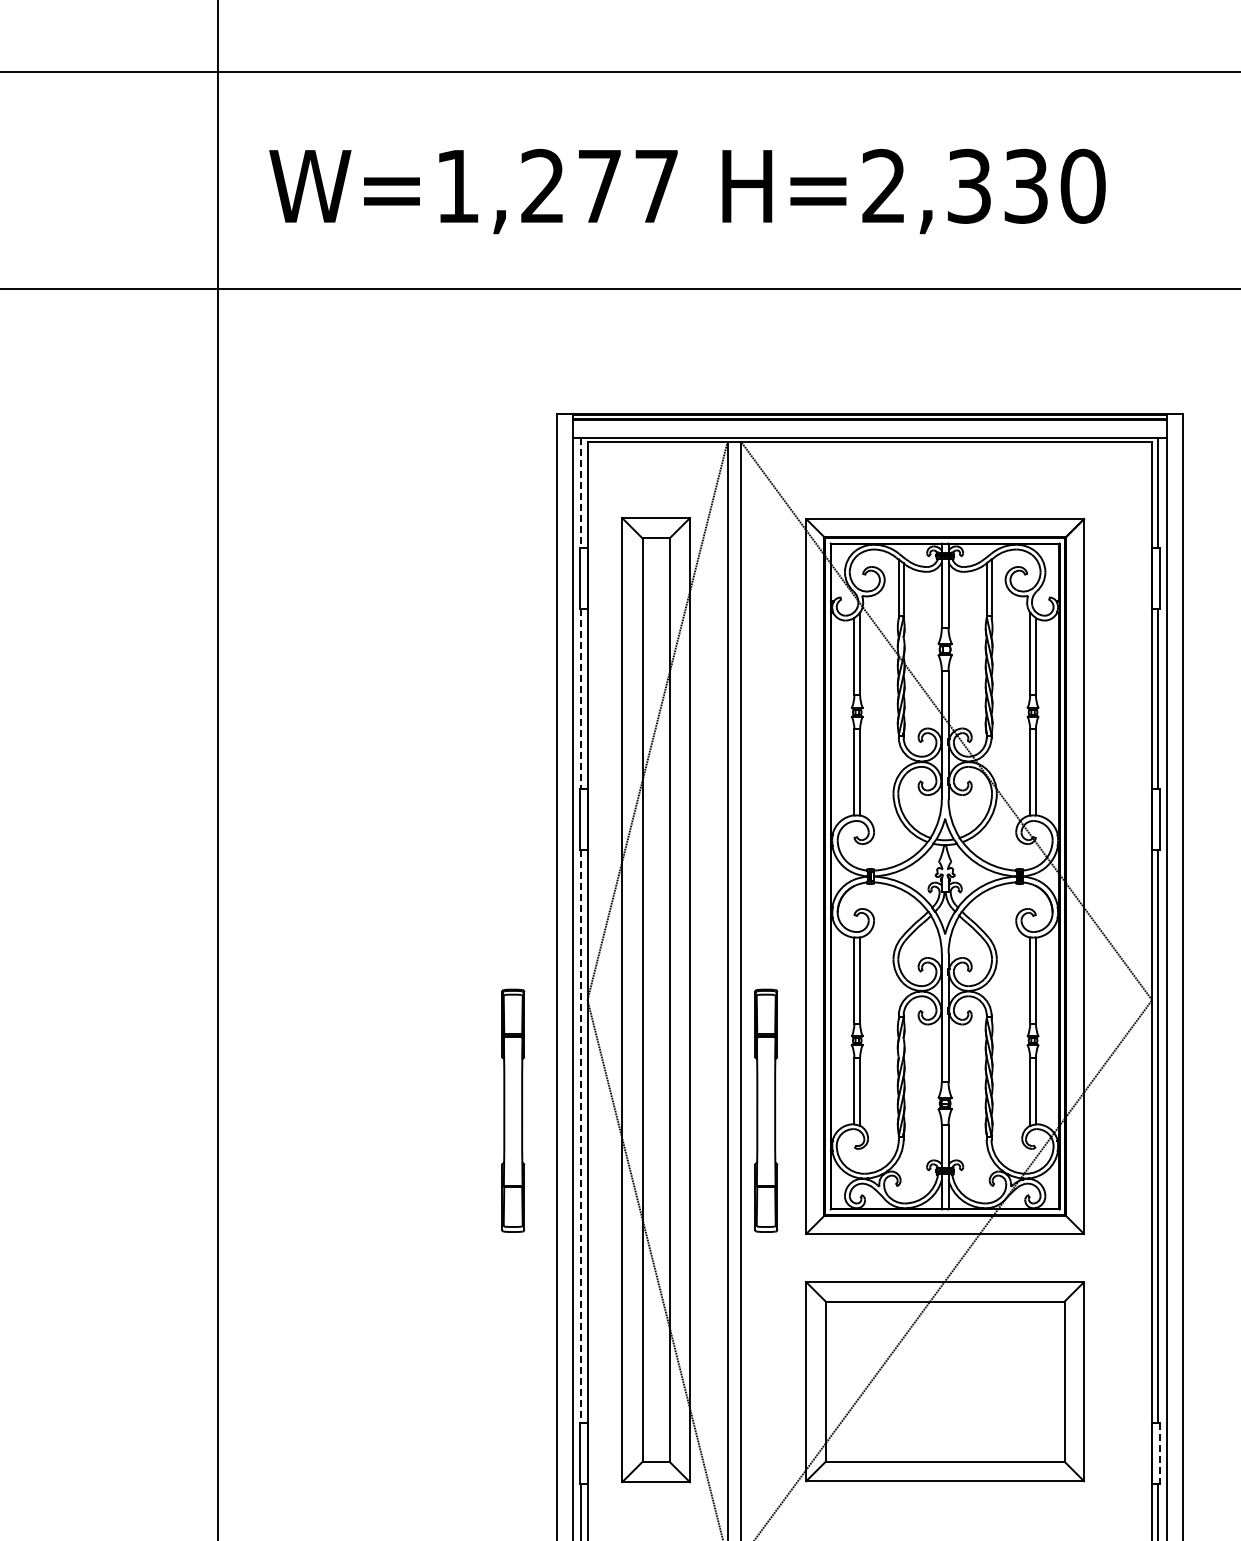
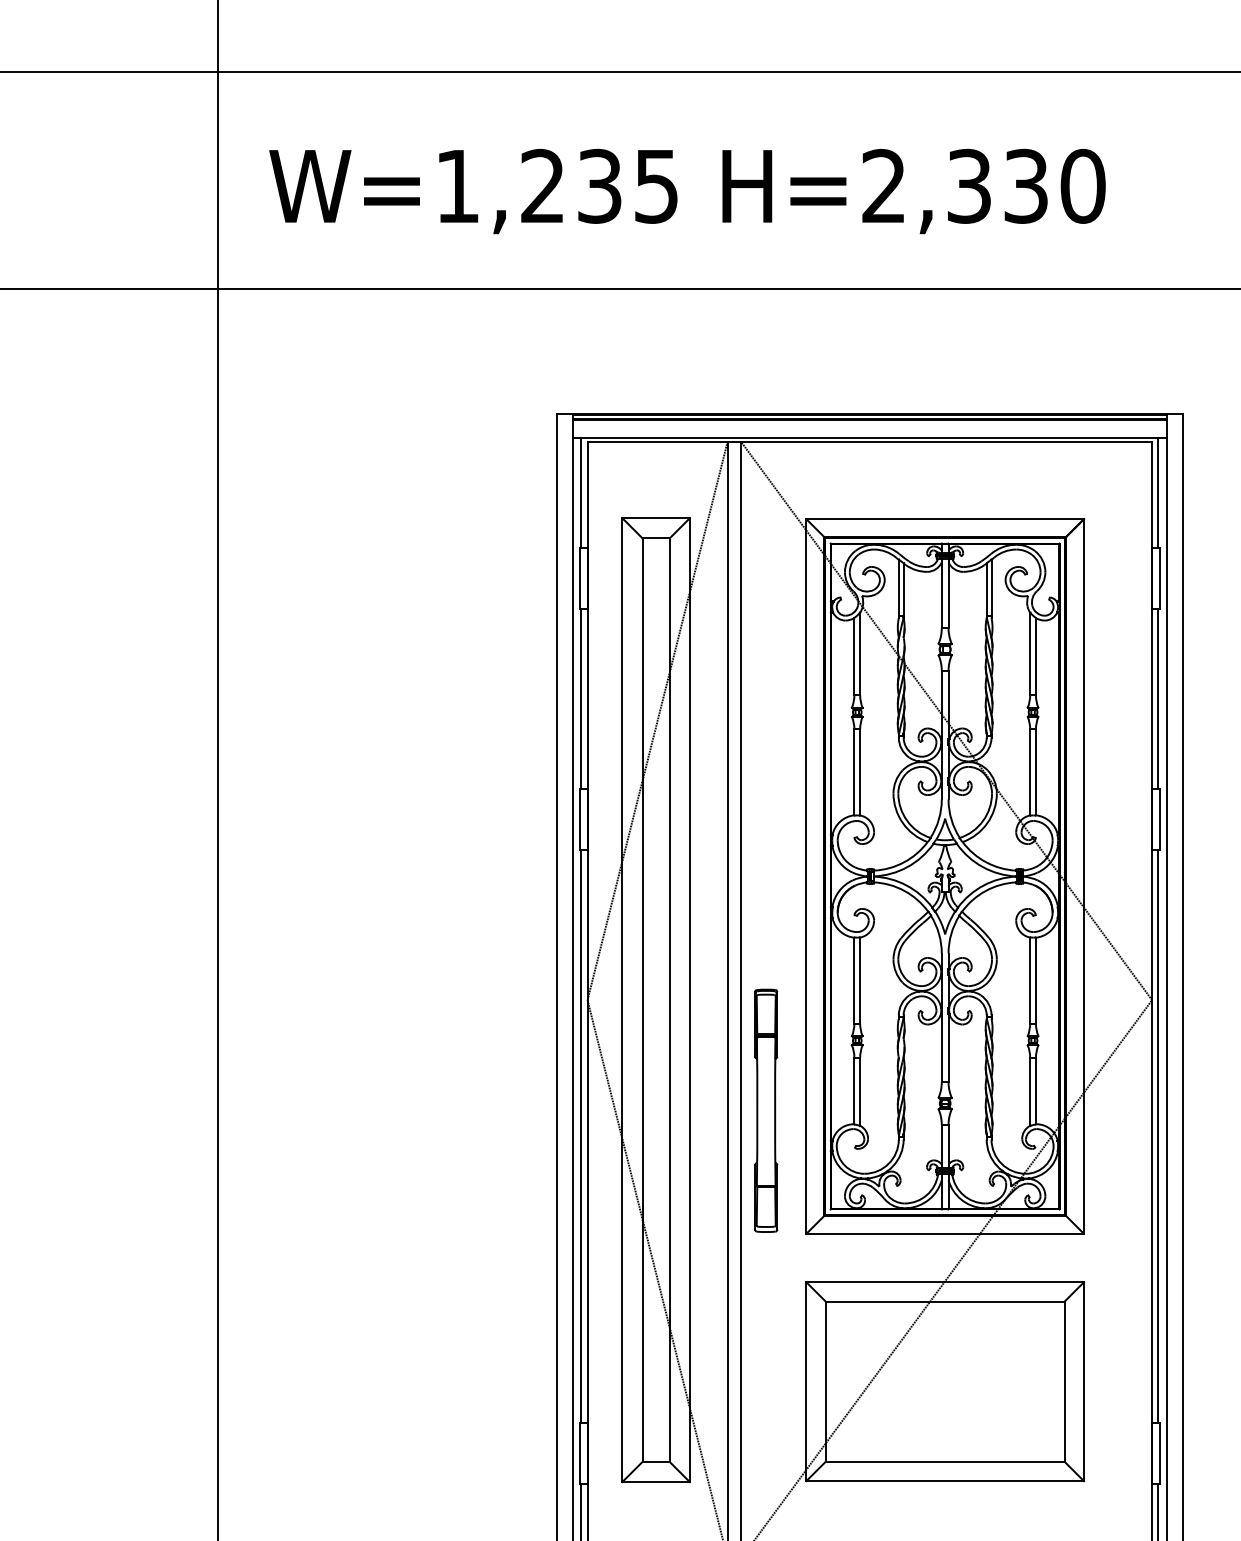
text at (627, 185): W=1,277 -> W=1,235
line at (581, 492): dashed -> solid
line at (581, 699): dashed -> solid
part at (513, 1110): present -> none
line at (581, 1137): dashed -> solid
line at (1159, 1453): dashed -> solid
